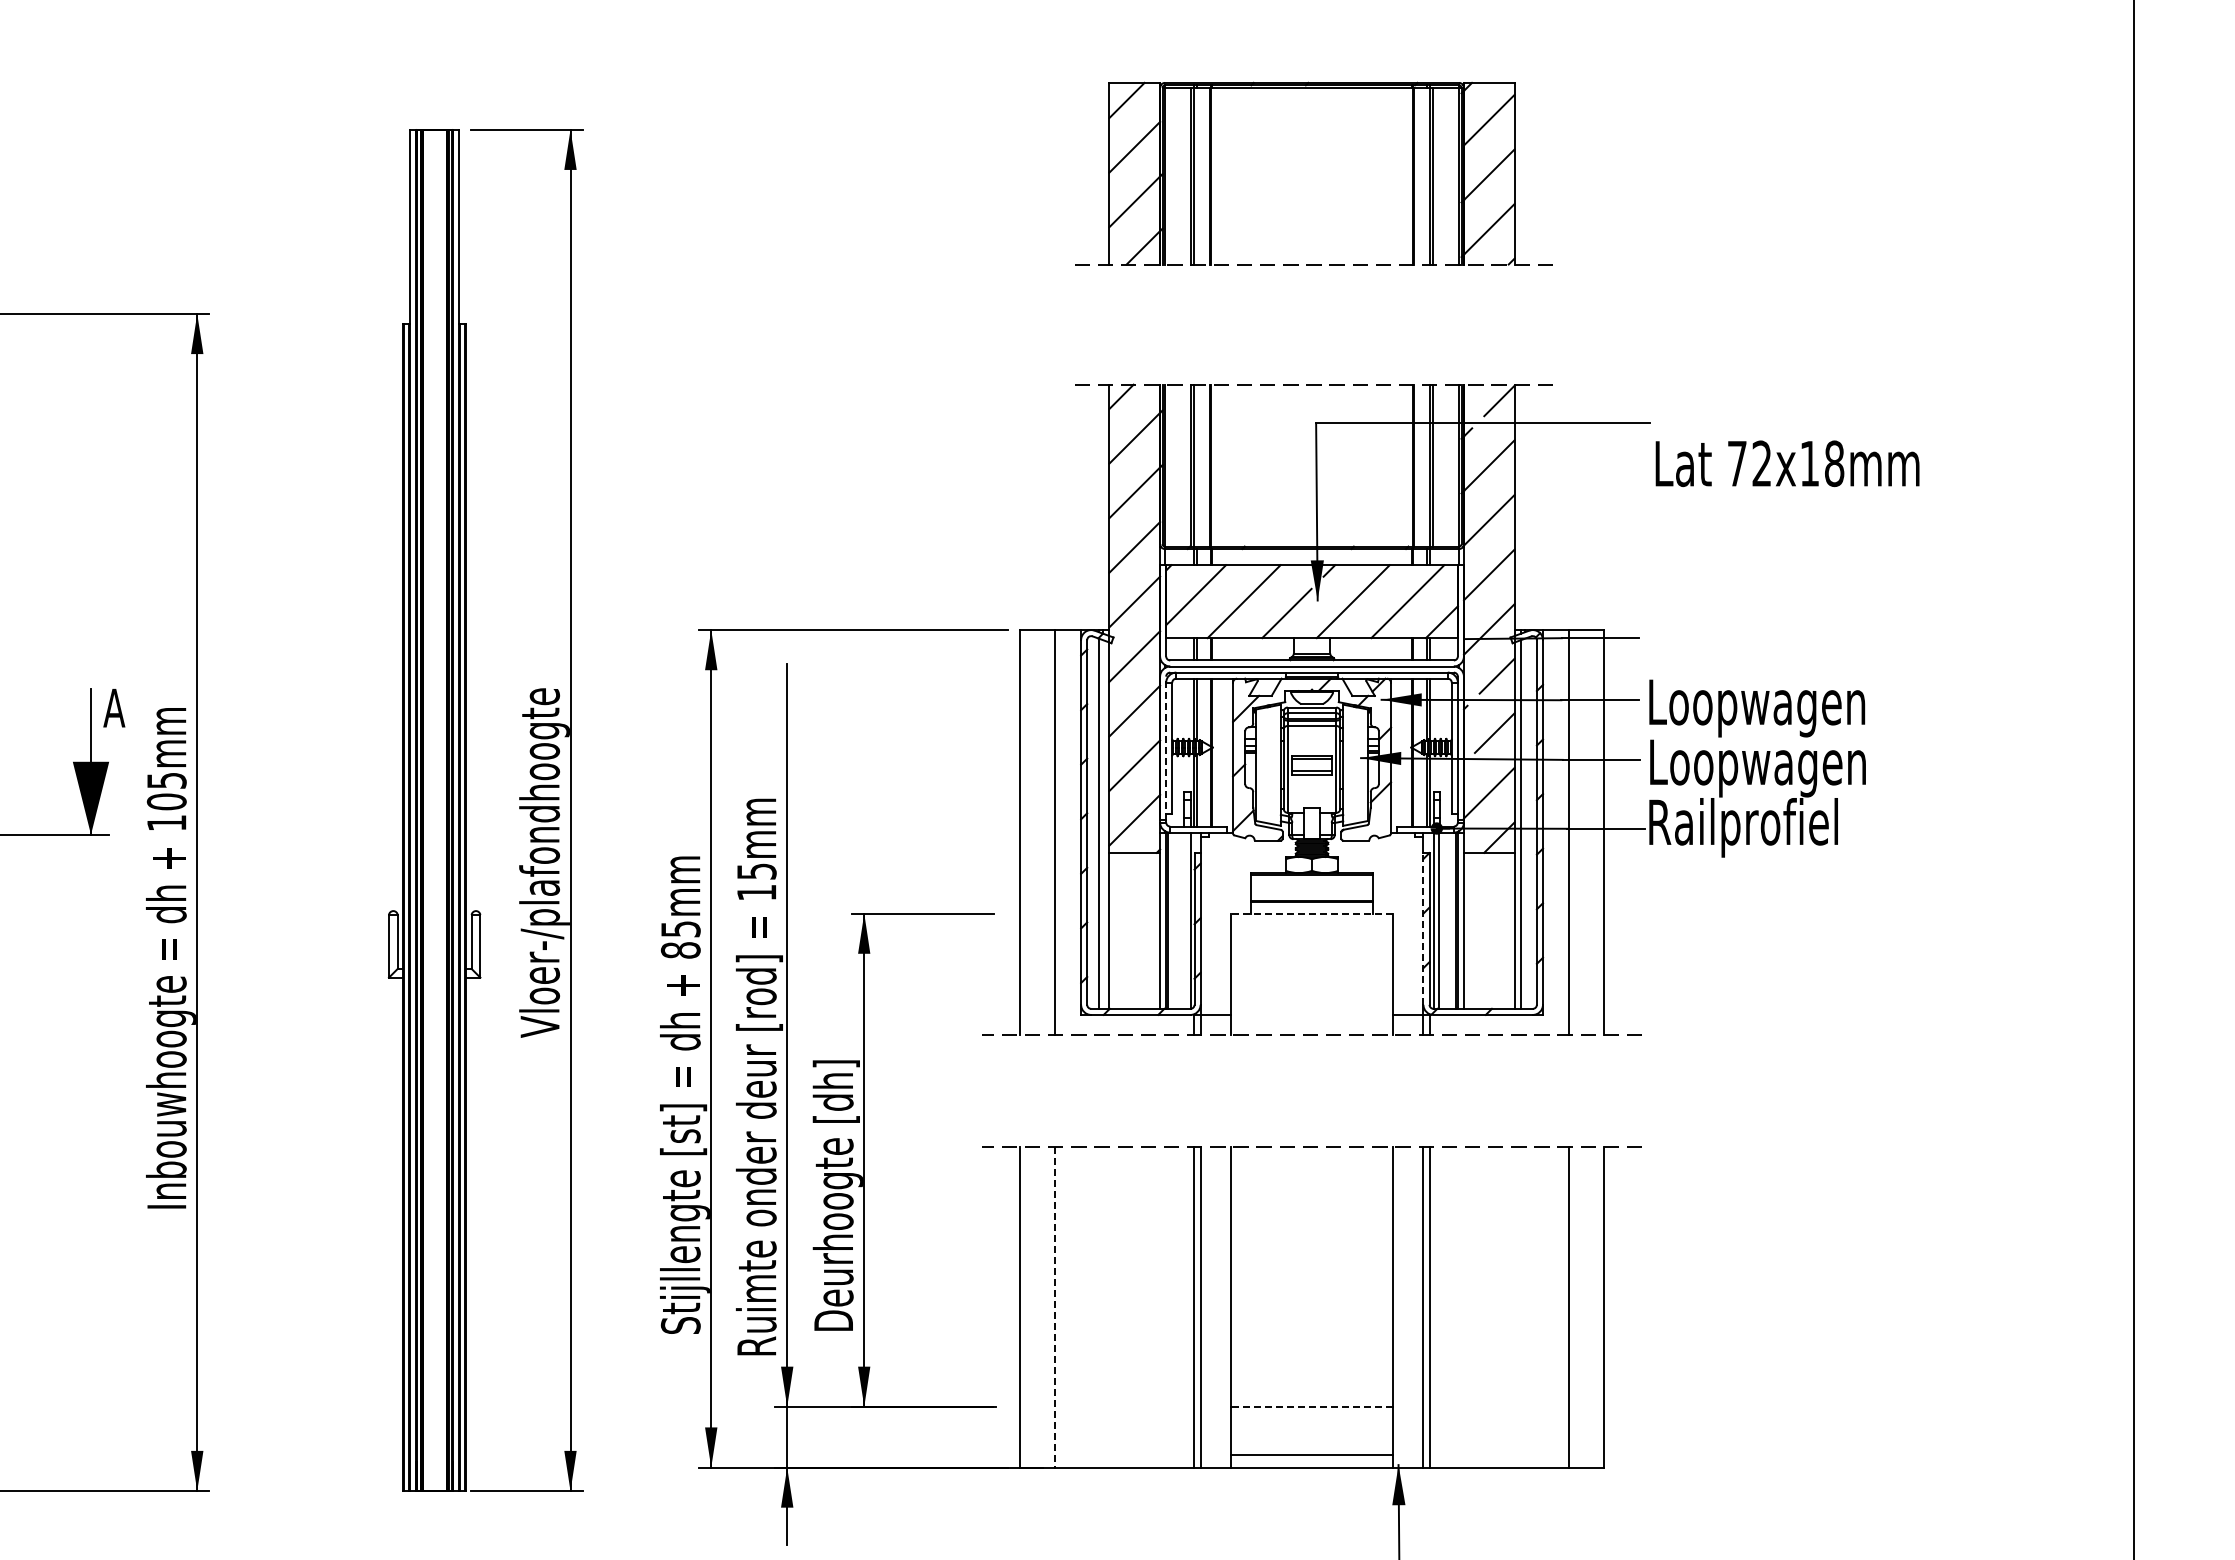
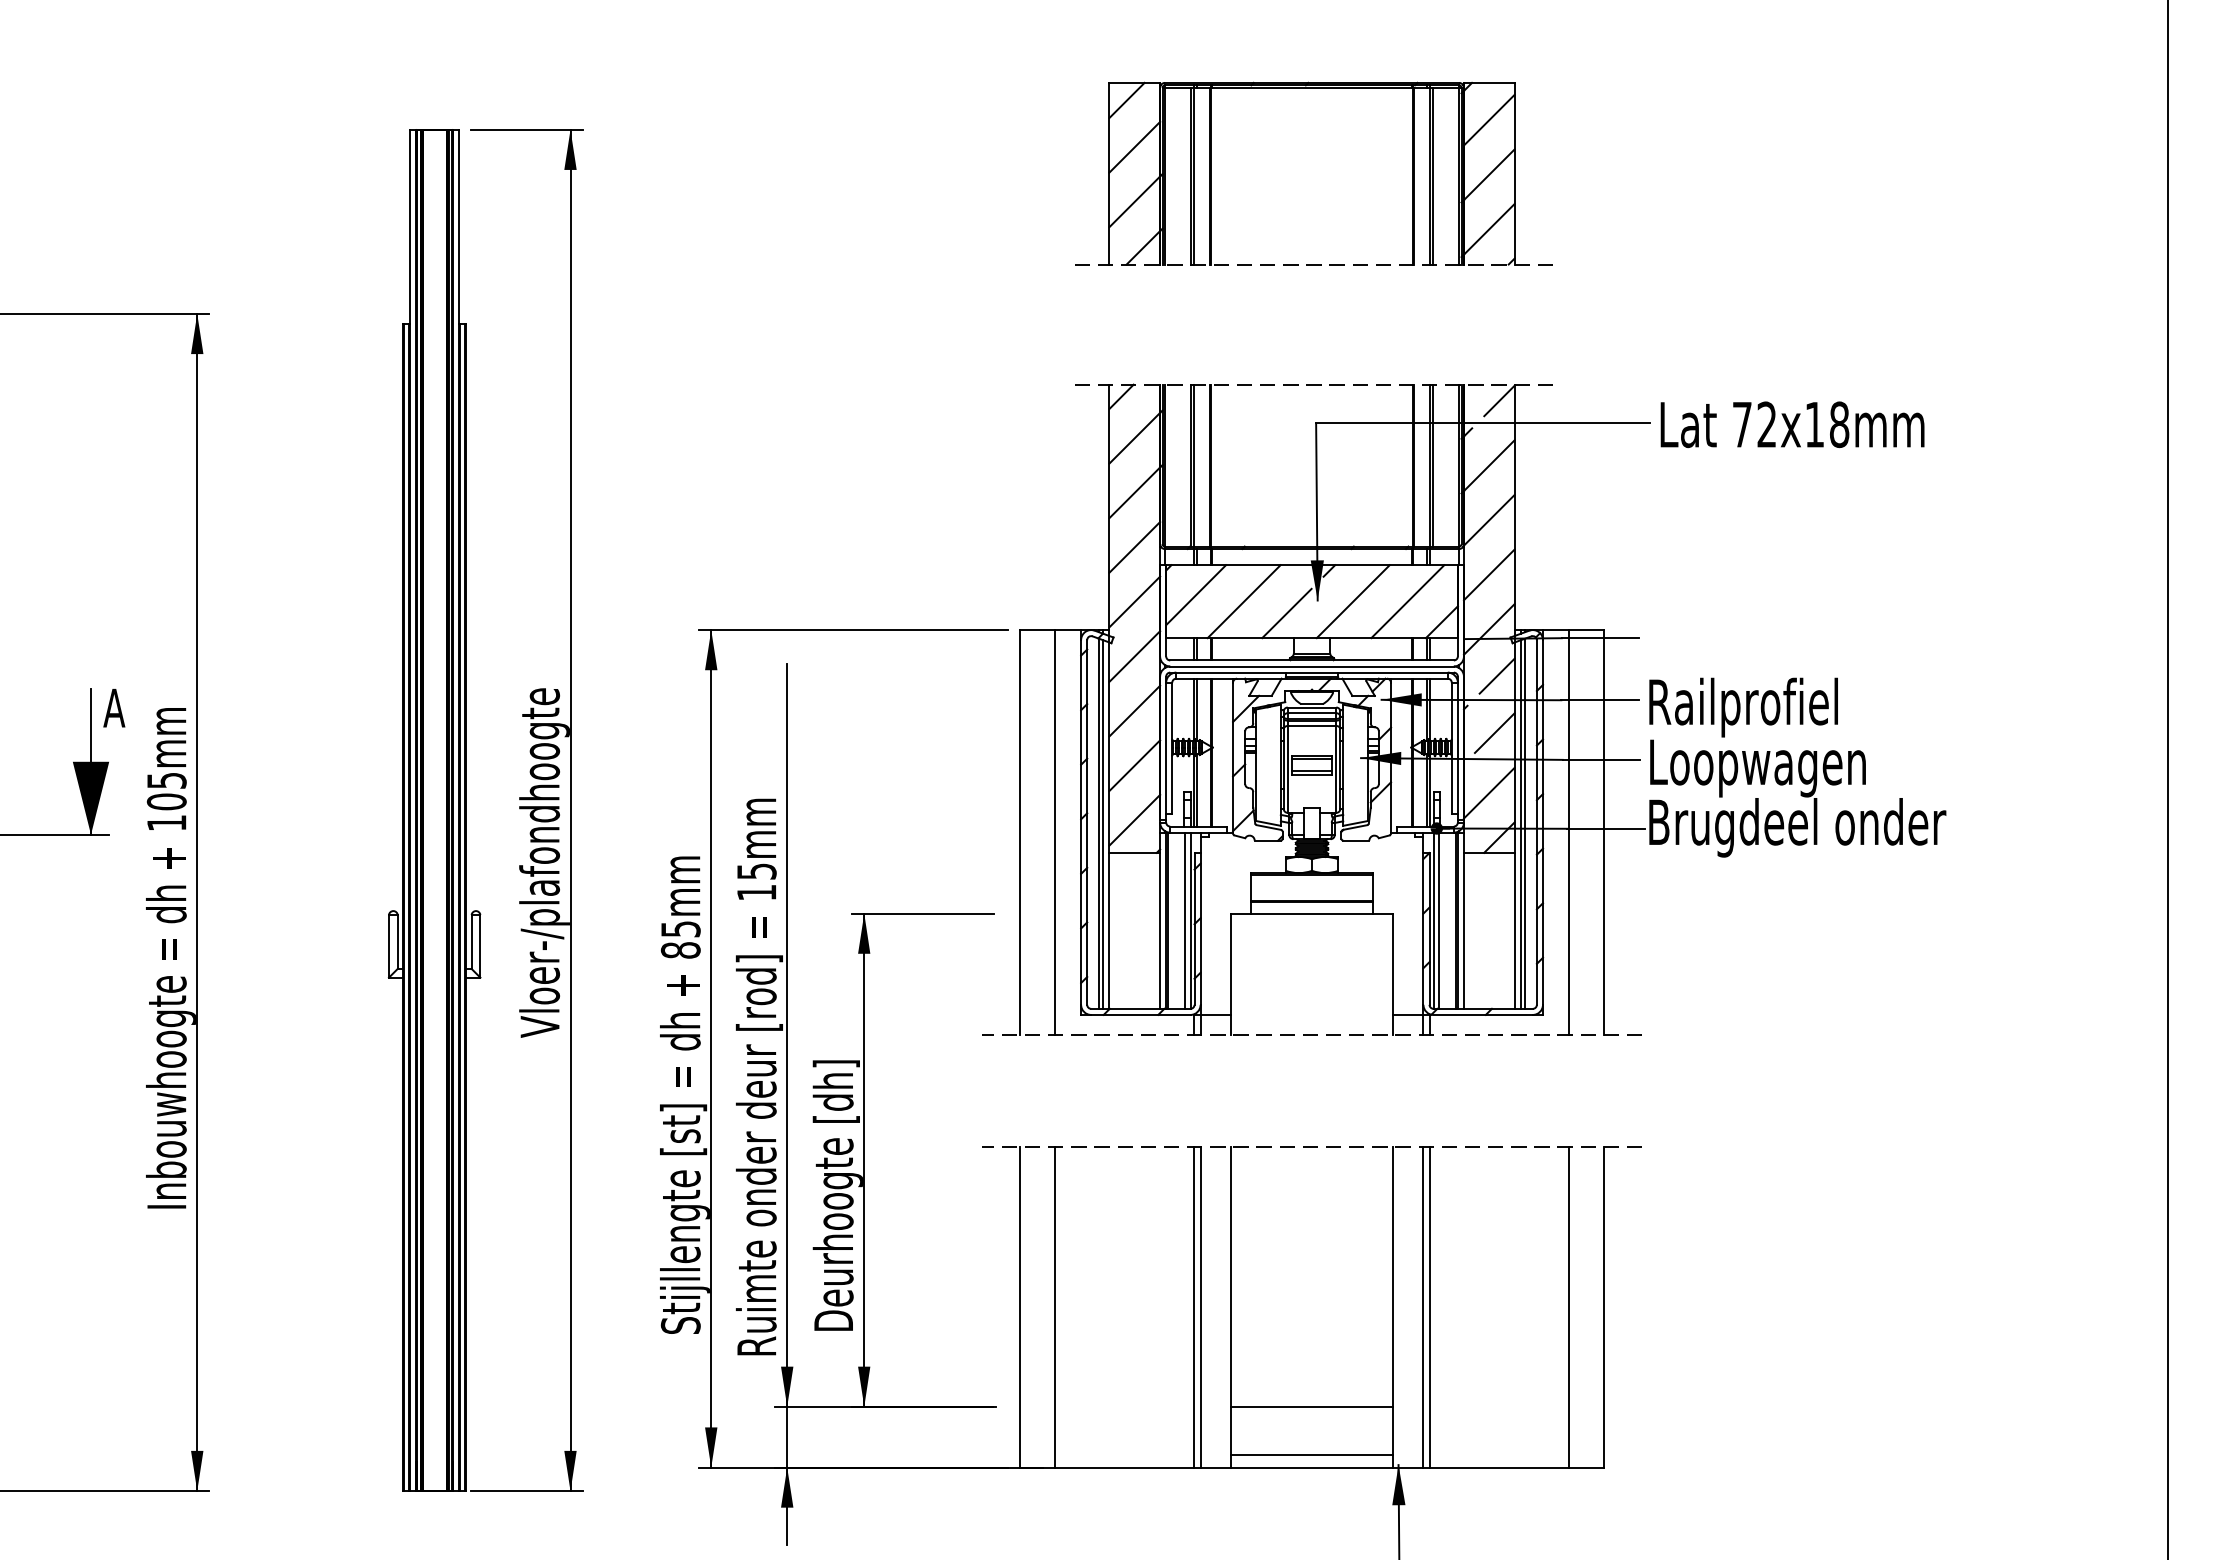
text at (1787, 463) position: (1787, 463) -> (1792, 424)
text at (1759, 707): Loopwagen -> Railprofiel
line at (1166, 748): dashed -> solid
line at (2133, 779) position: (2133, 779) -> (2167, 779)
line at (1524, 823): none -> present
line at (1103, 824): none -> present
text at (1799, 827): Railprofiel -> Brugdeel onder
line at (1311, 913): dashed -> solid
line at (1185, 920): none -> present
line at (1423, 928): dashed -> solid
line at (1054, 1307): dashed -> solid
line at (1311, 1406): dashed -> solid
